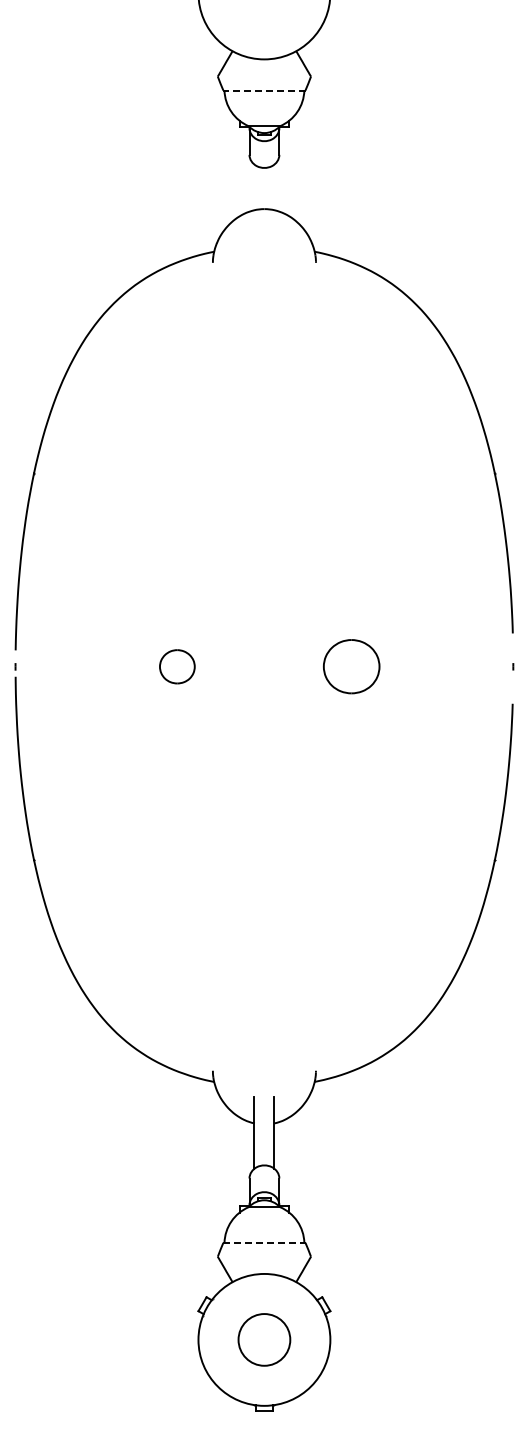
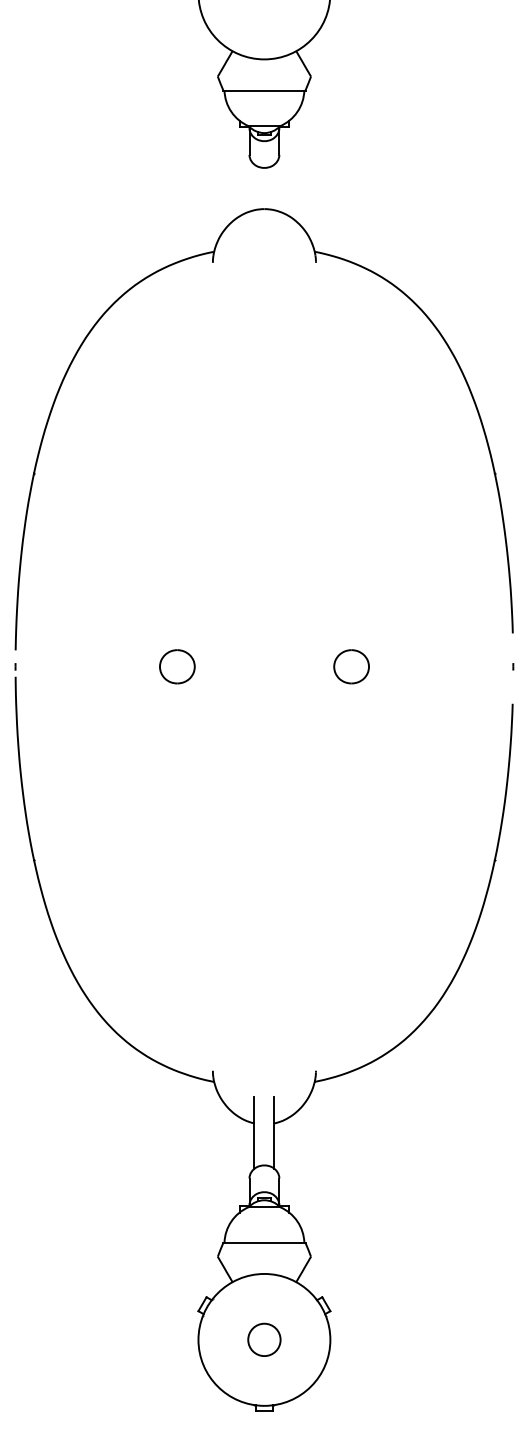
line at (263, 90): dashed -> solid
part at (351, 666) size: 58x56 px -> 37x36 px
line at (264, 1242): dashed -> solid
circle at (264, 1339) diameter: 52 px -> 32 px
